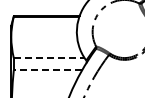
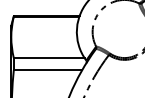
line at (49, 58): dashed -> solid
line at (47, 70): dashed -> solid
